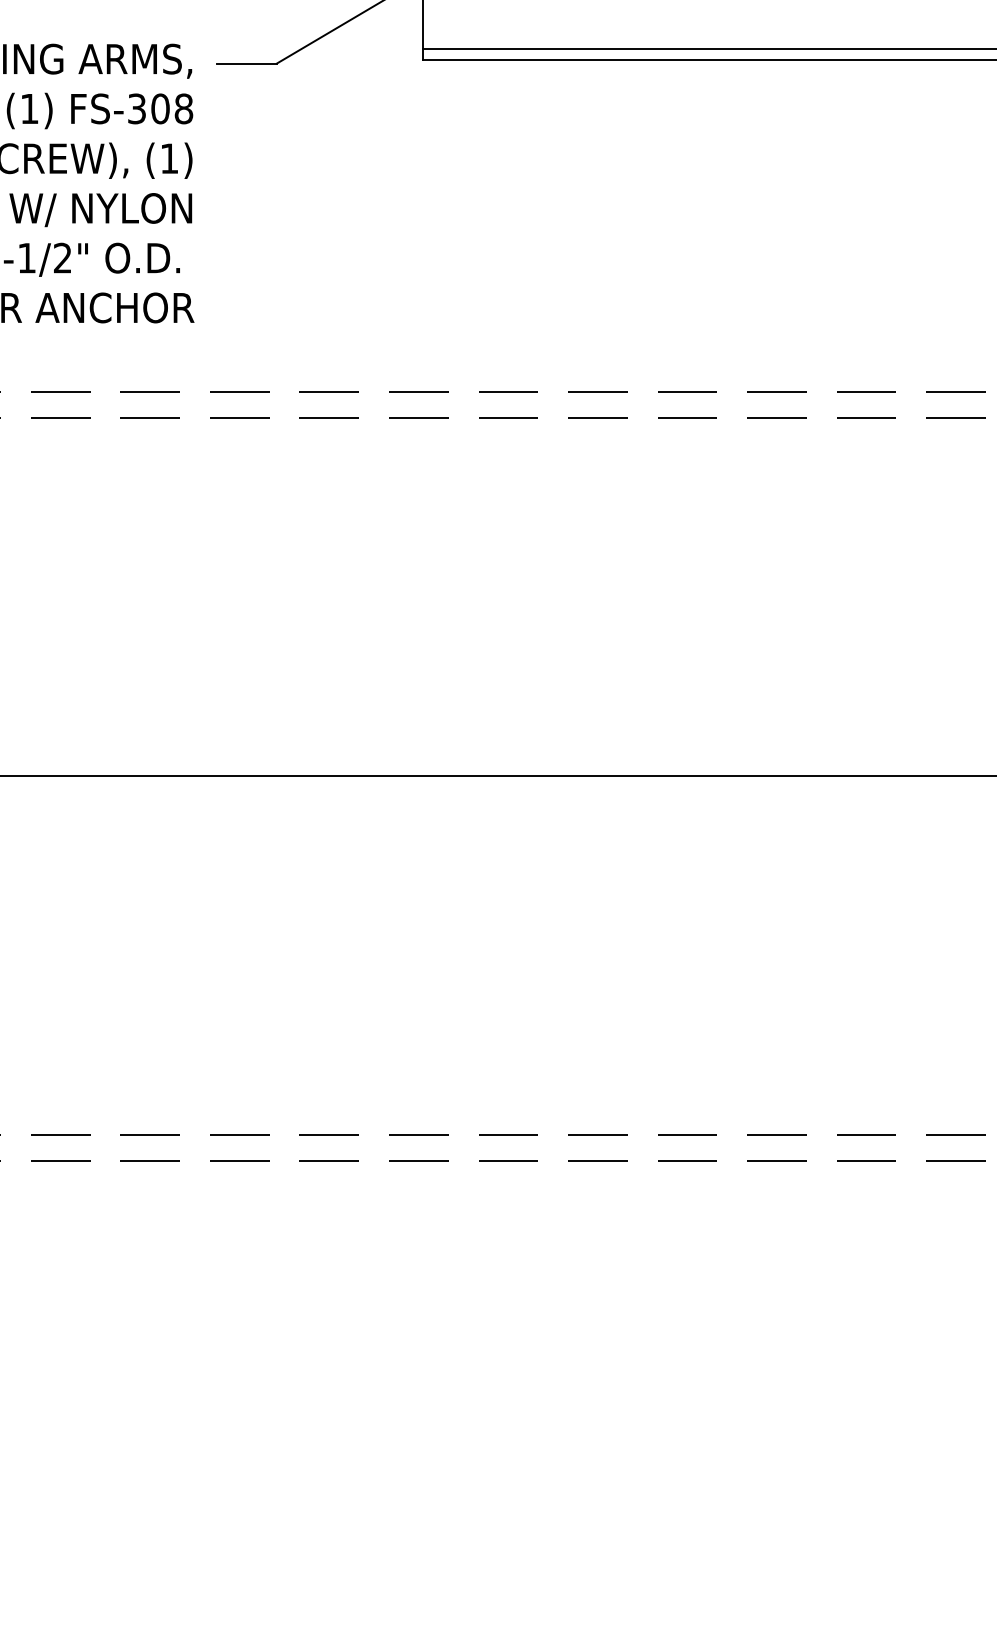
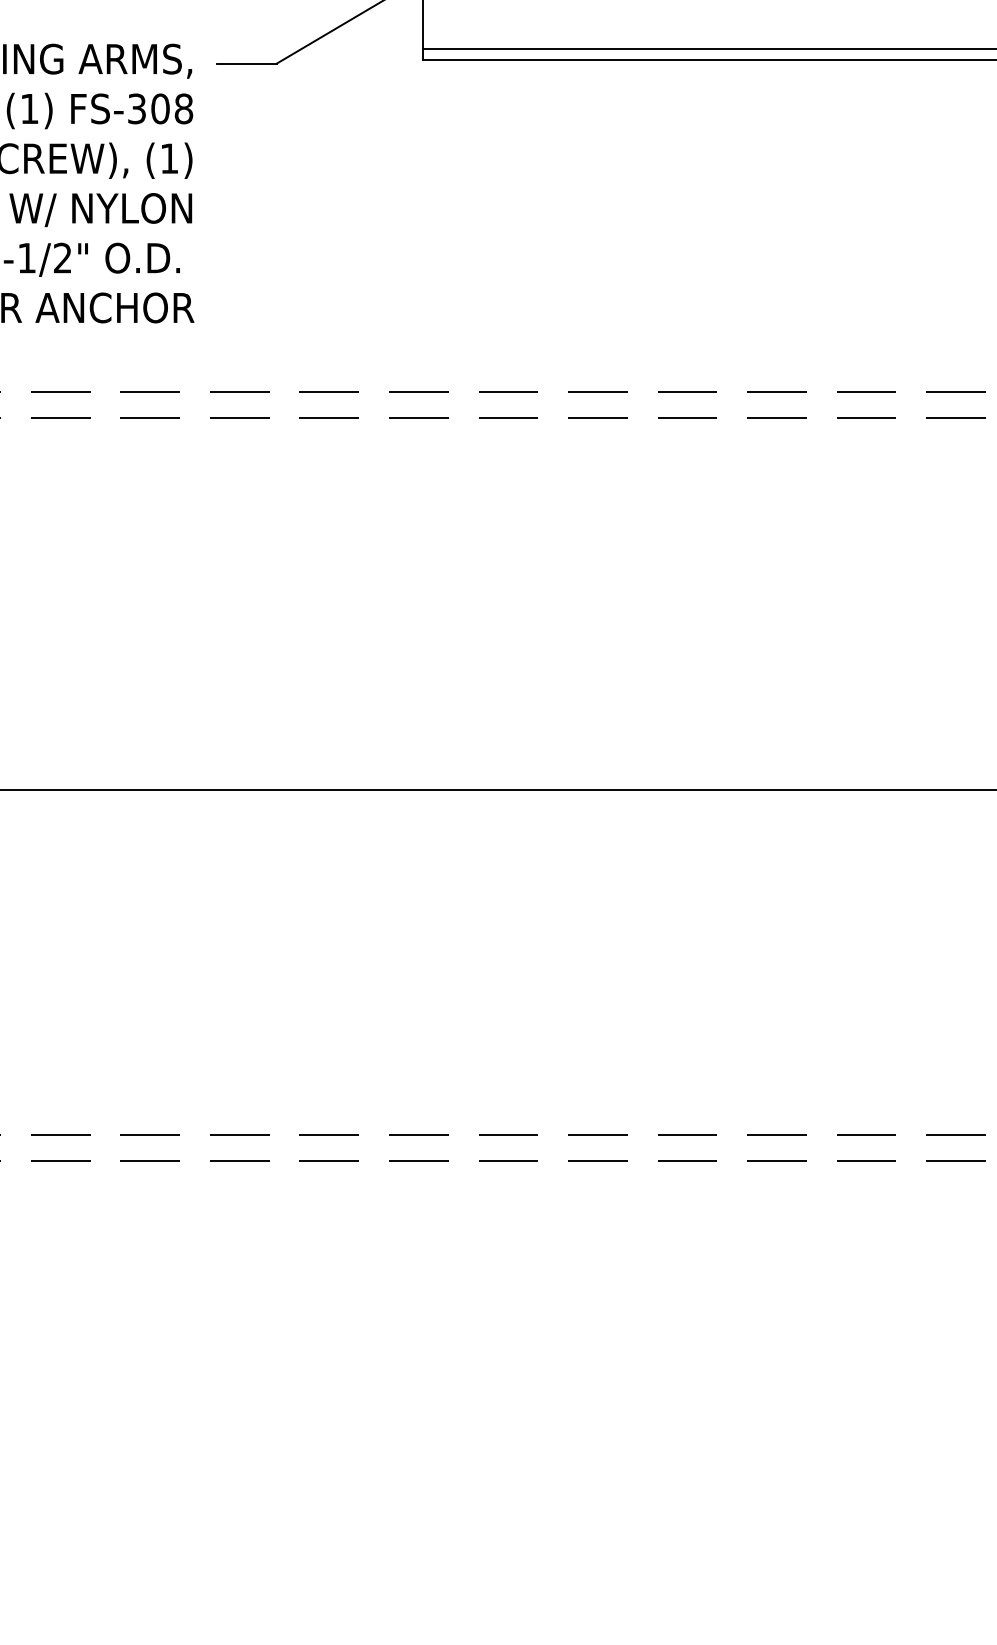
line at (497, 776) position: (497, 776) -> (497, 790)
